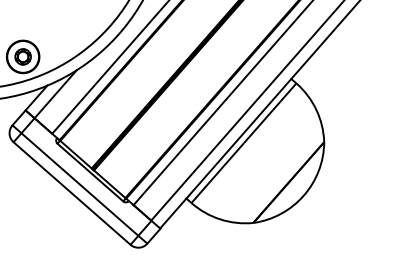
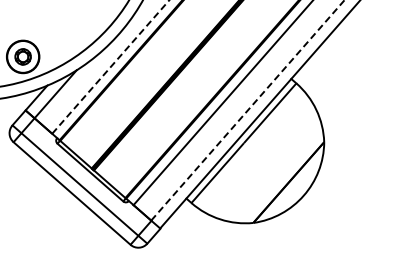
line at (110, 66): solid -> dashed
line at (248, 110): solid -> dashed
